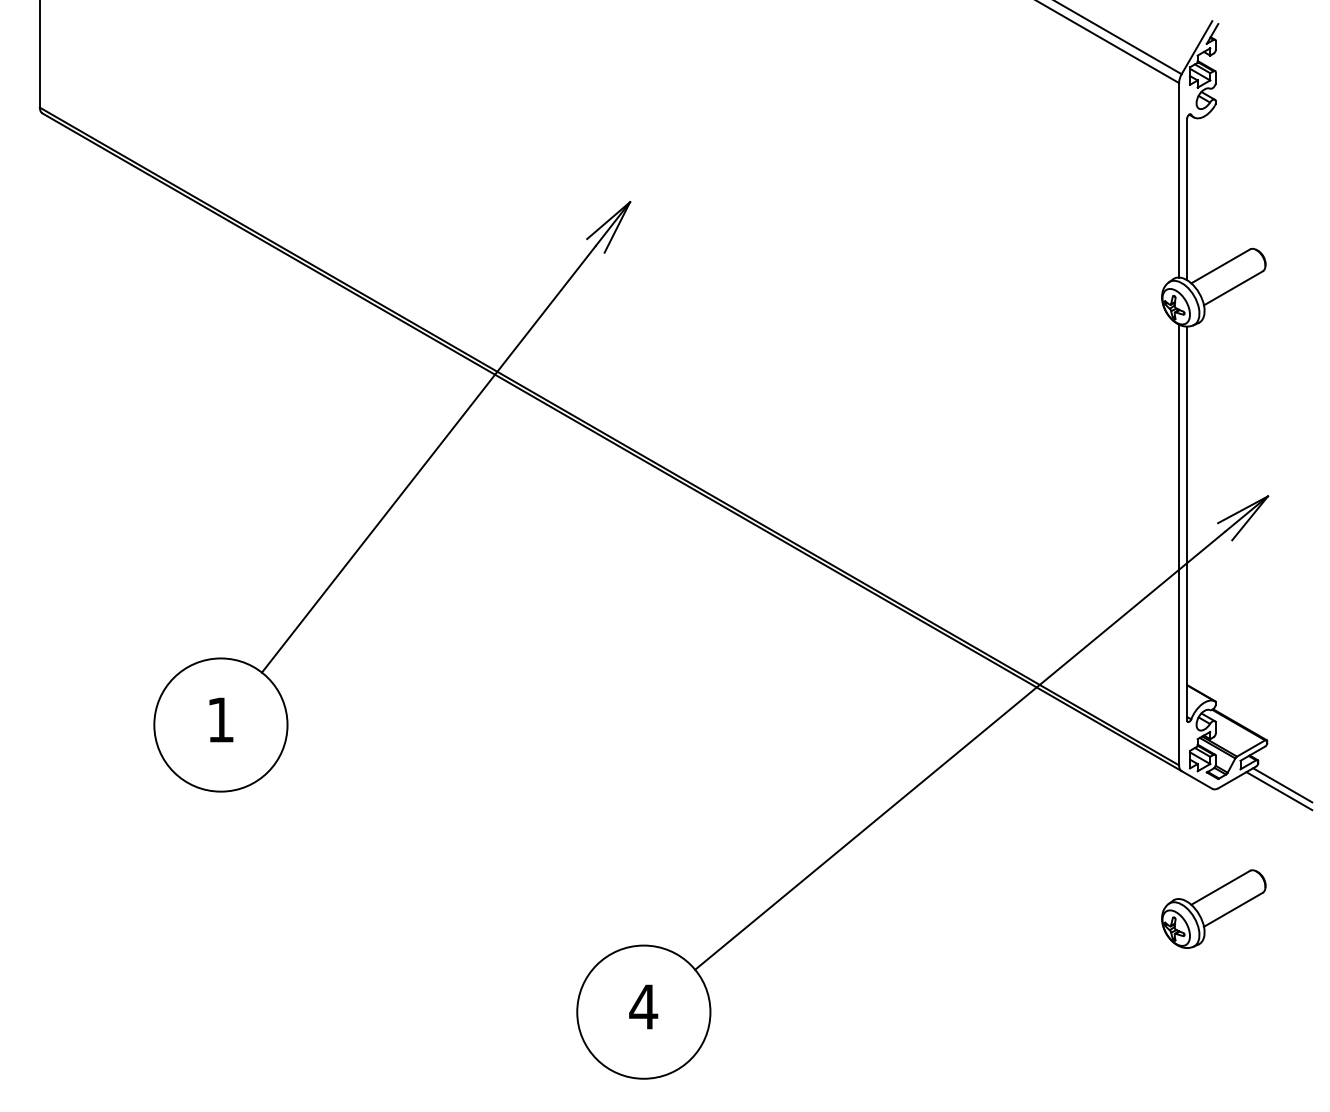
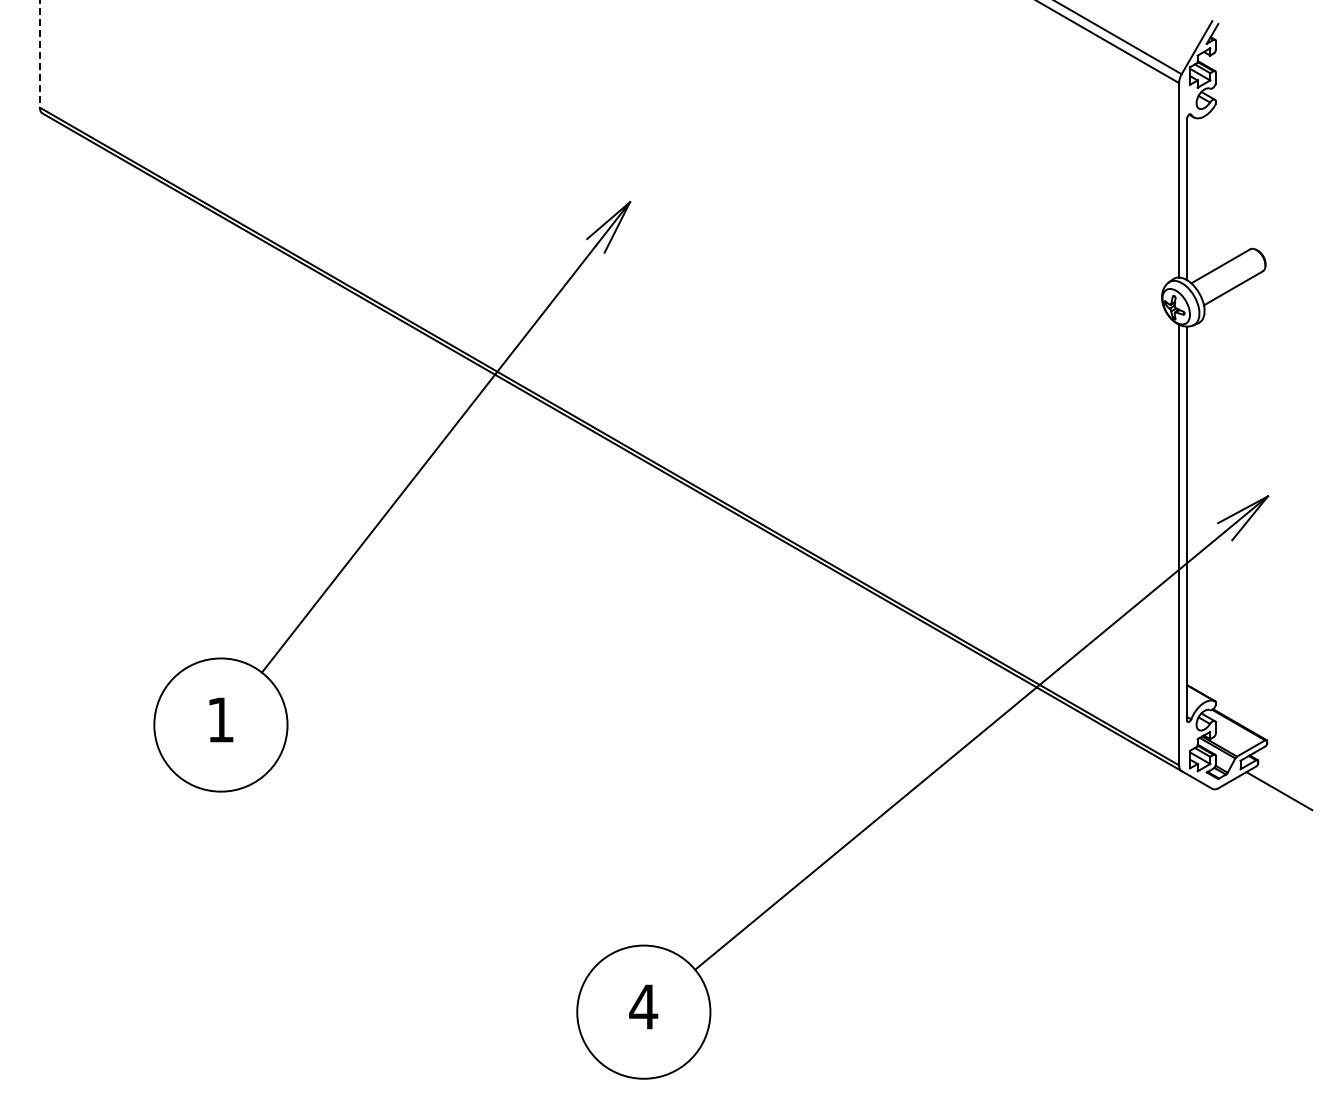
line at (39, 54): solid -> dashed
line at (1282, 785): present -> none
part at (1213, 908): present -> none
